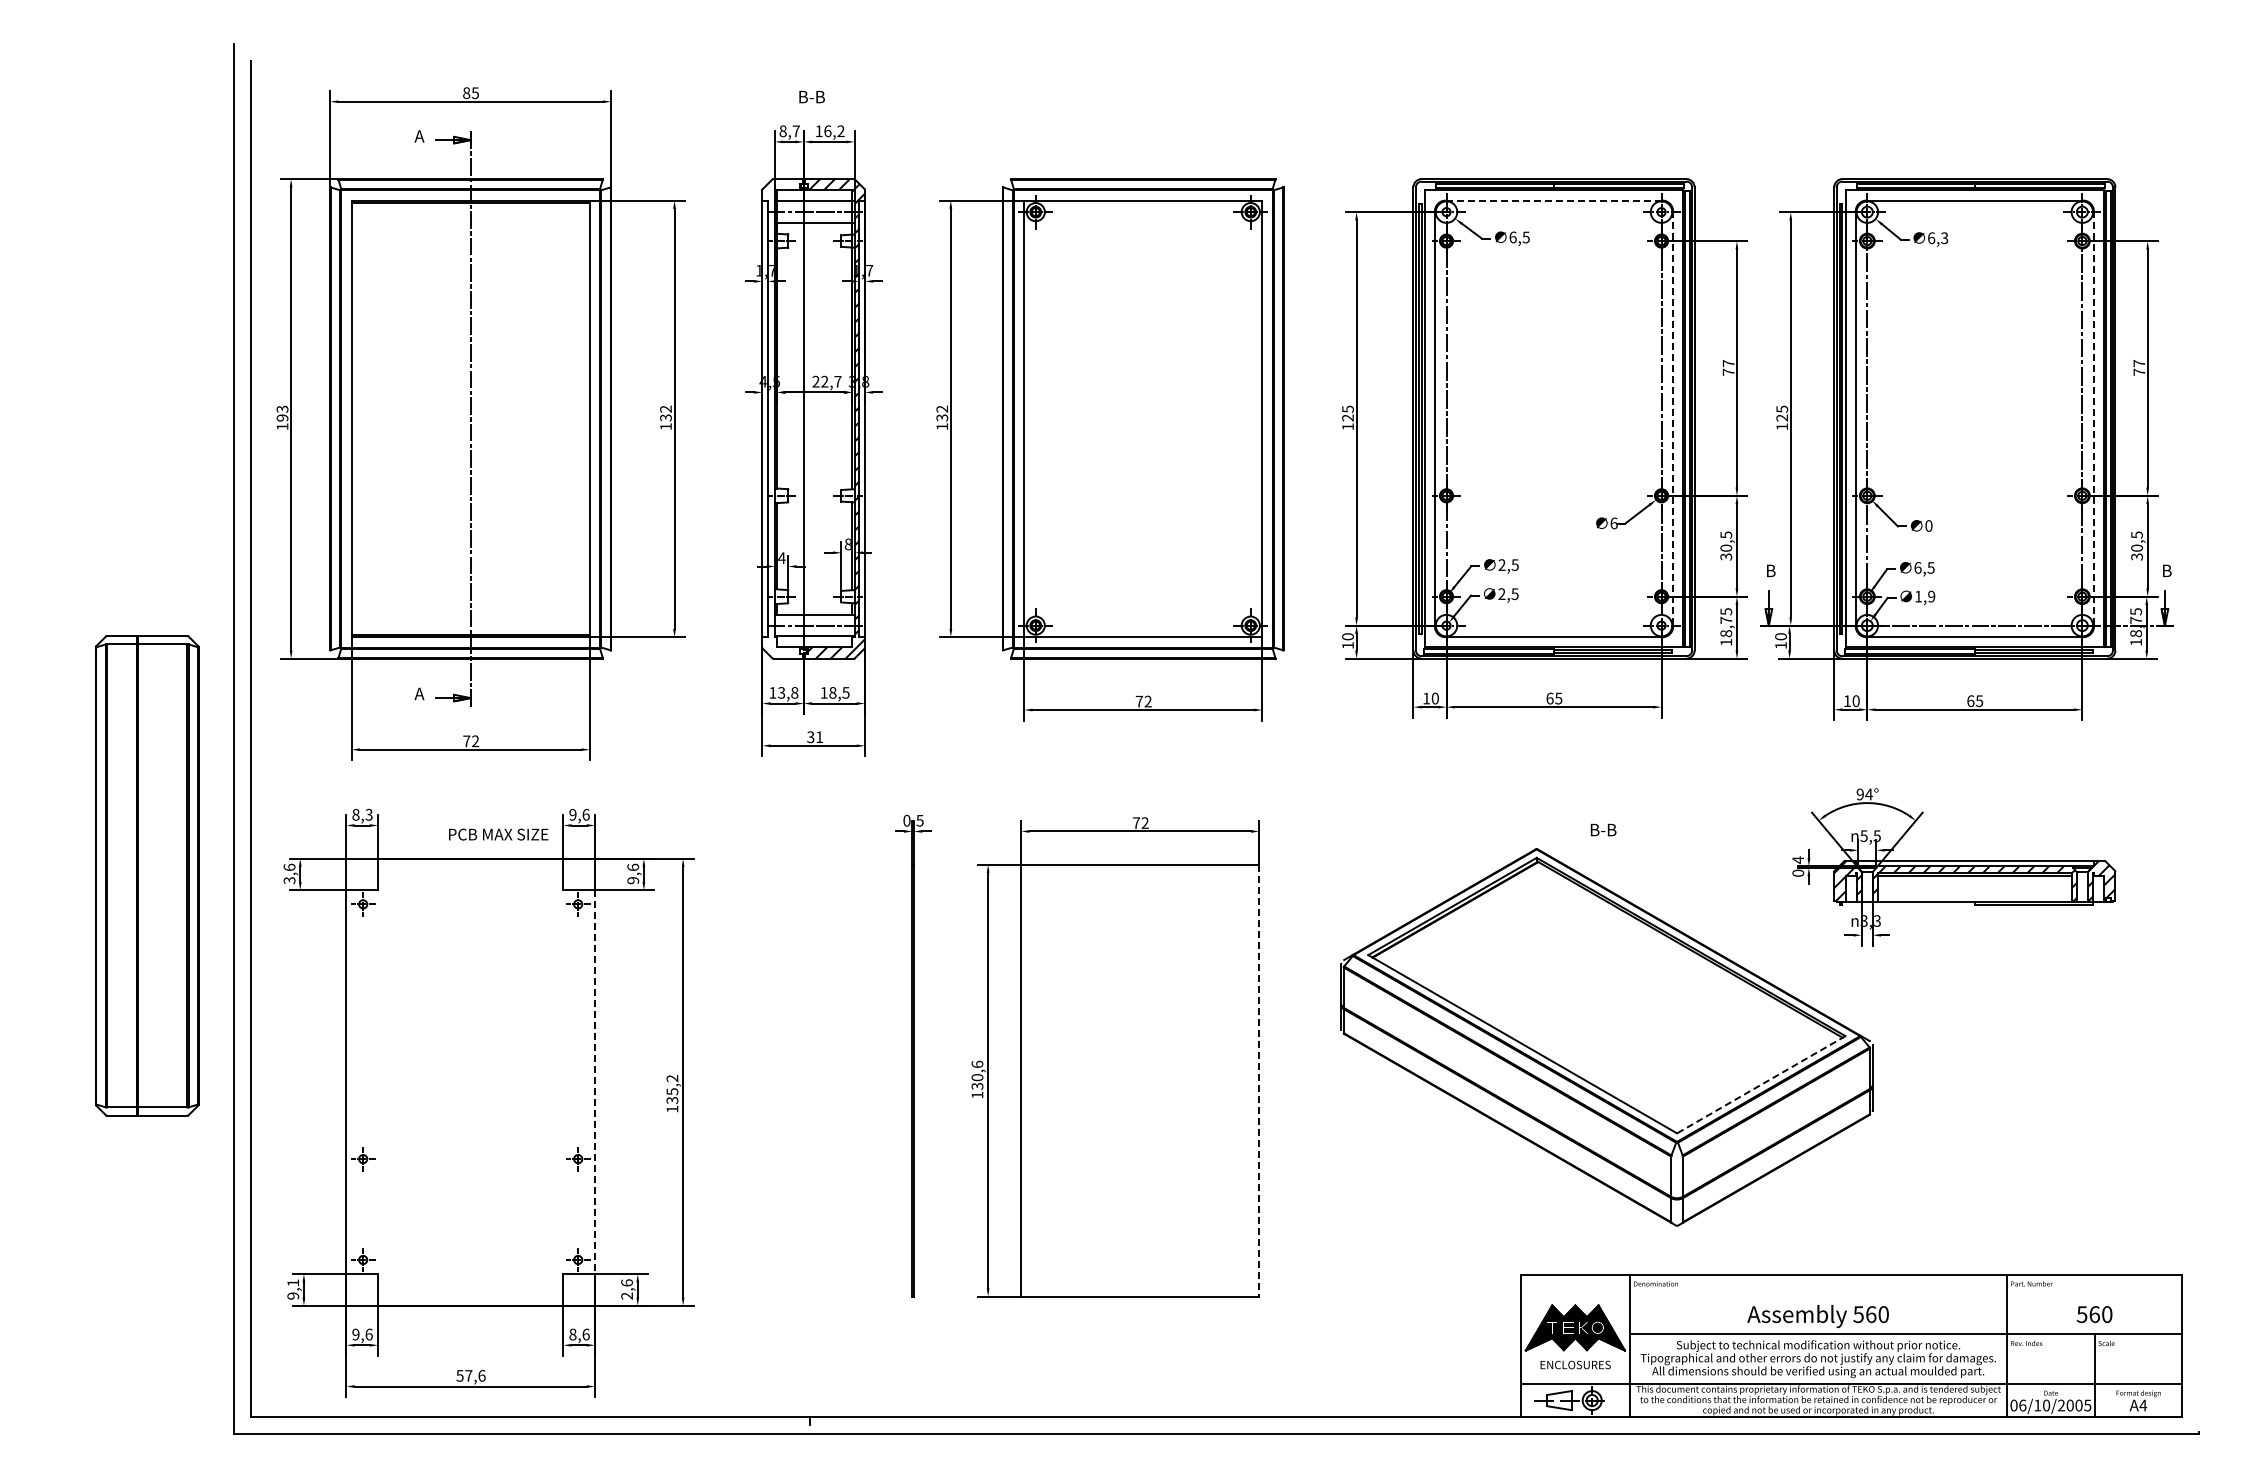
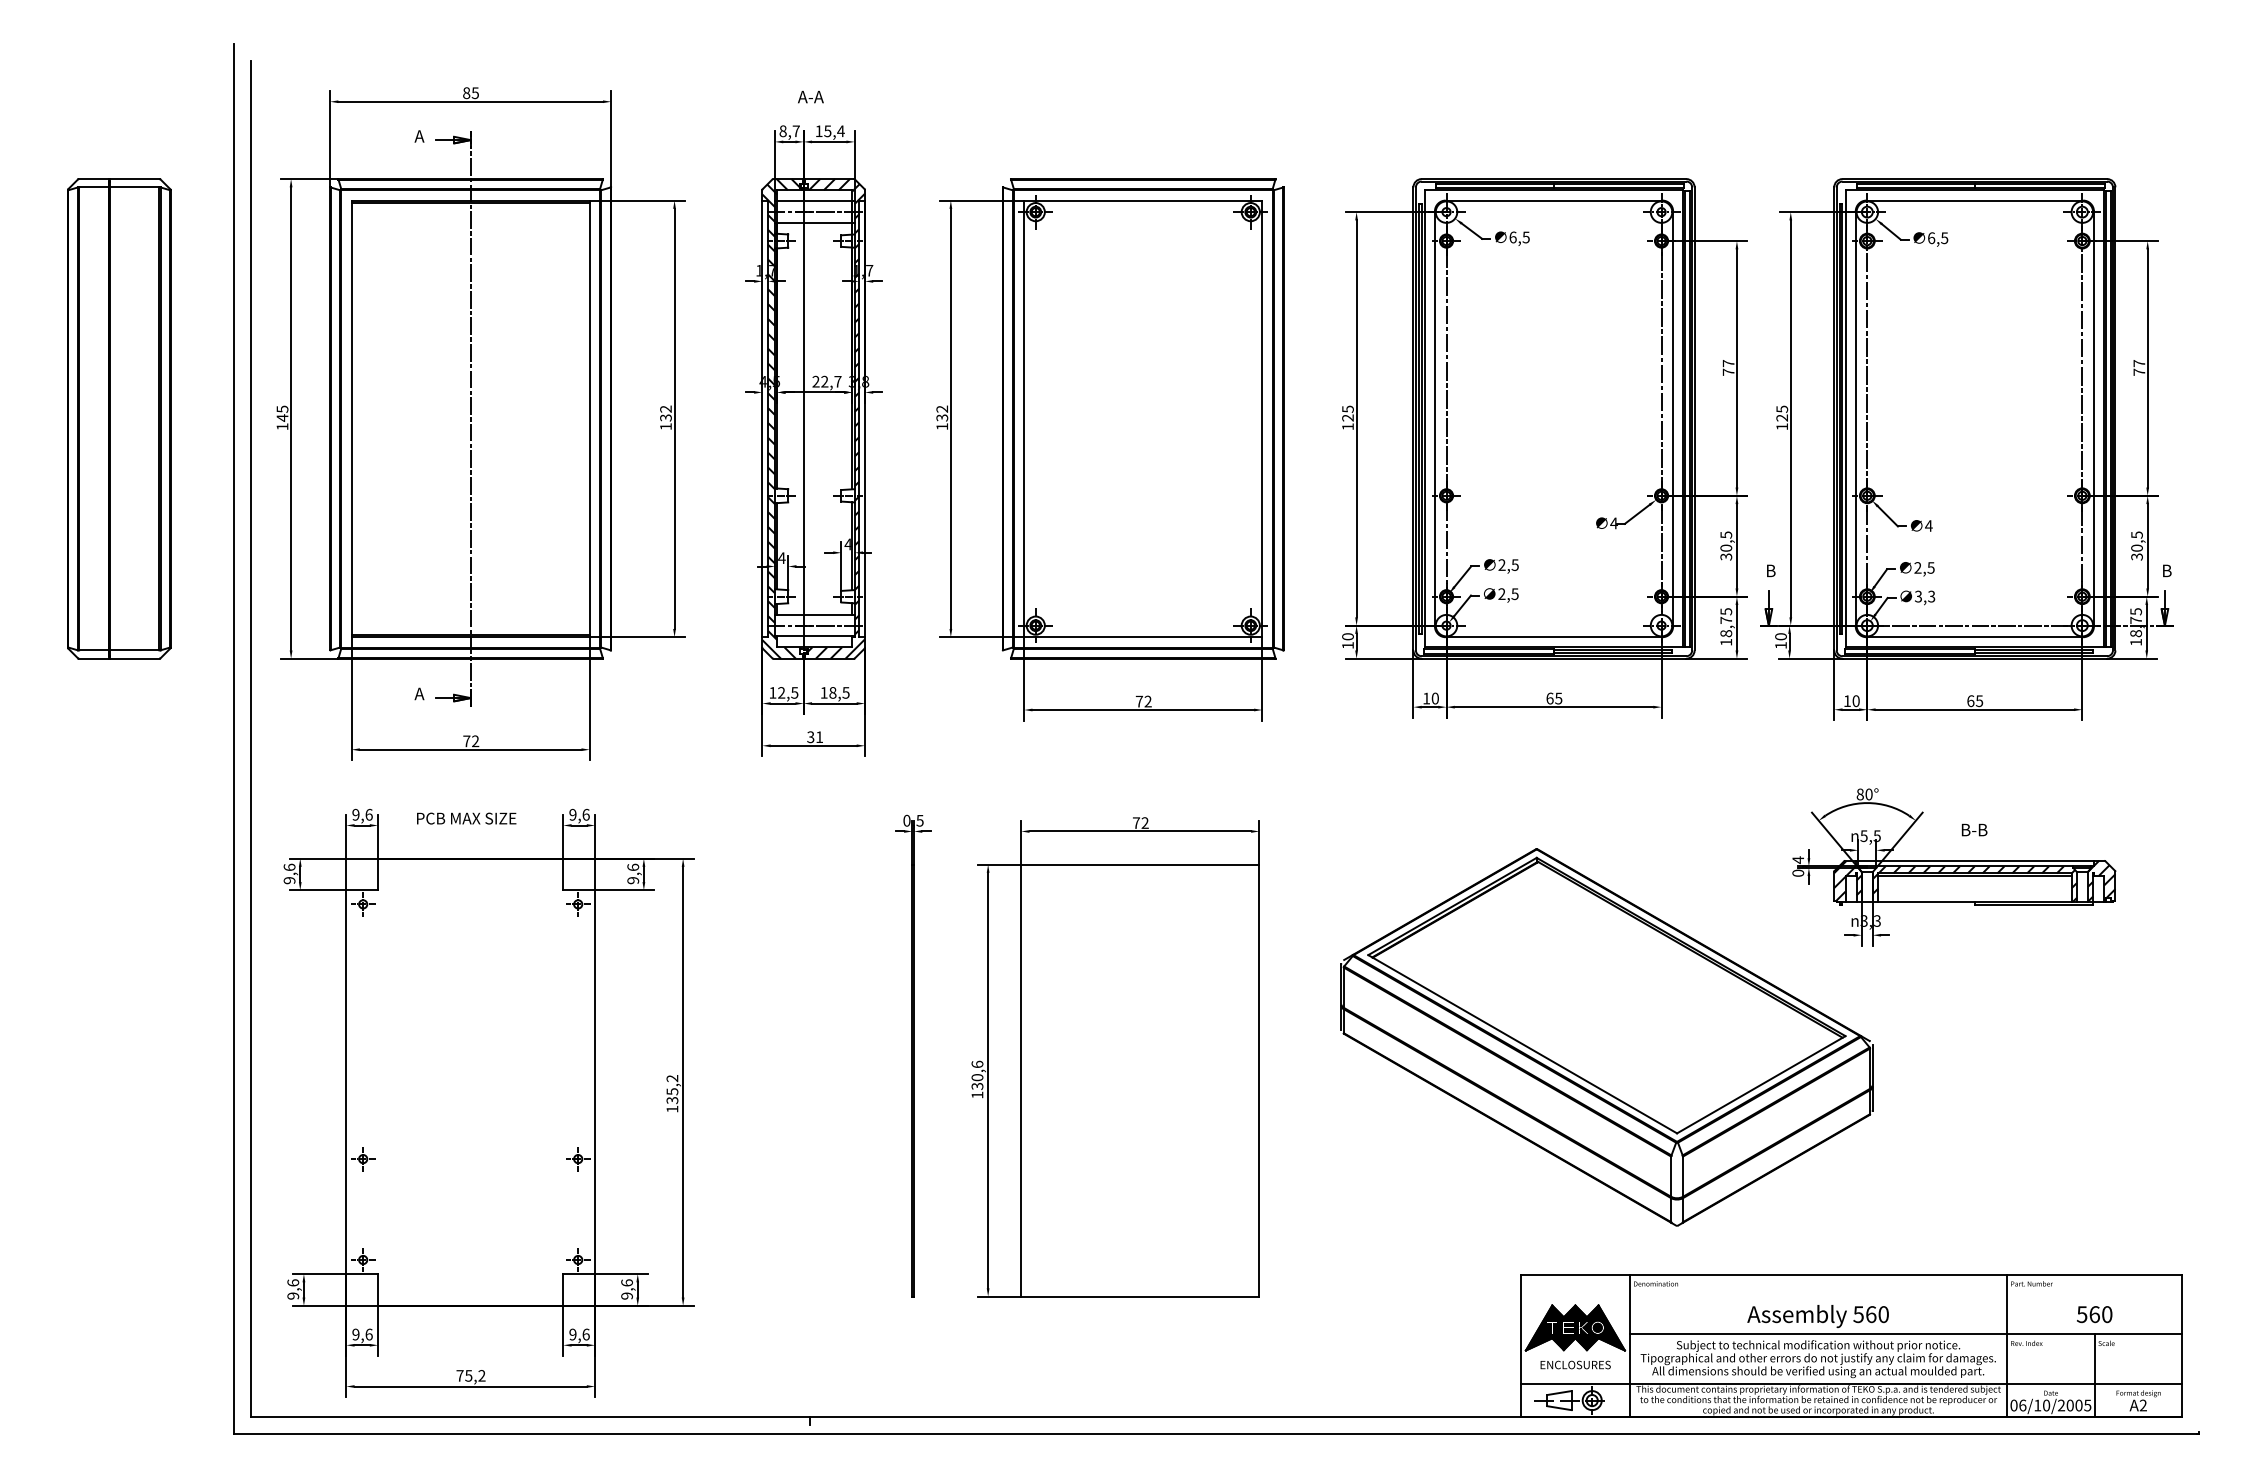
text at (811, 96): B-B -> A-A
text at (834, 131): 16,2 -> 15,4
line at (1554, 200): dashed -> solid
text at (1944, 237): 6,3 -> 6,5
text at (282, 413): 193 -> 145
hatch at (782, 418): none -> present
line at (1673, 418): dashed -> solid
line at (2093, 418): dashed -> solid
text at (1613, 523): 6 -> 4
text at (1928, 525): 0 -> 4
text at (847, 544): 8 -> 4
text at (1917, 567): 6,5 -> 2,5
text at (1925, 596): 1,9 -> 3,3
text at (788, 692): 13,8 -> 12,5
text at (1864, 794): 94° -> 80°
text at (362, 814): 8,3 -> 9,6
text at (1603, 829) position: (1603, 829) -> (1974, 829)
text at (498, 834) position: (498, 834) -> (466, 818)
part at (147, 875) position: (147, 875) -> (119, 418)
text at (289, 880): 3,6 -> 9,6
line at (1259, 1081): dashed -> solid
line at (595, 1082): dashed -> solid
line at (1760, 1085): dashed -> solid
text at (293, 1282): 9,1 -> 9,6
text at (627, 1295): 2,6 -> 9,6
text at (572, 1334): 8,6 -> 9,6
text at (470, 1375): 57,6 -> 75,2
text at (2143, 1405): A4 -> A2
